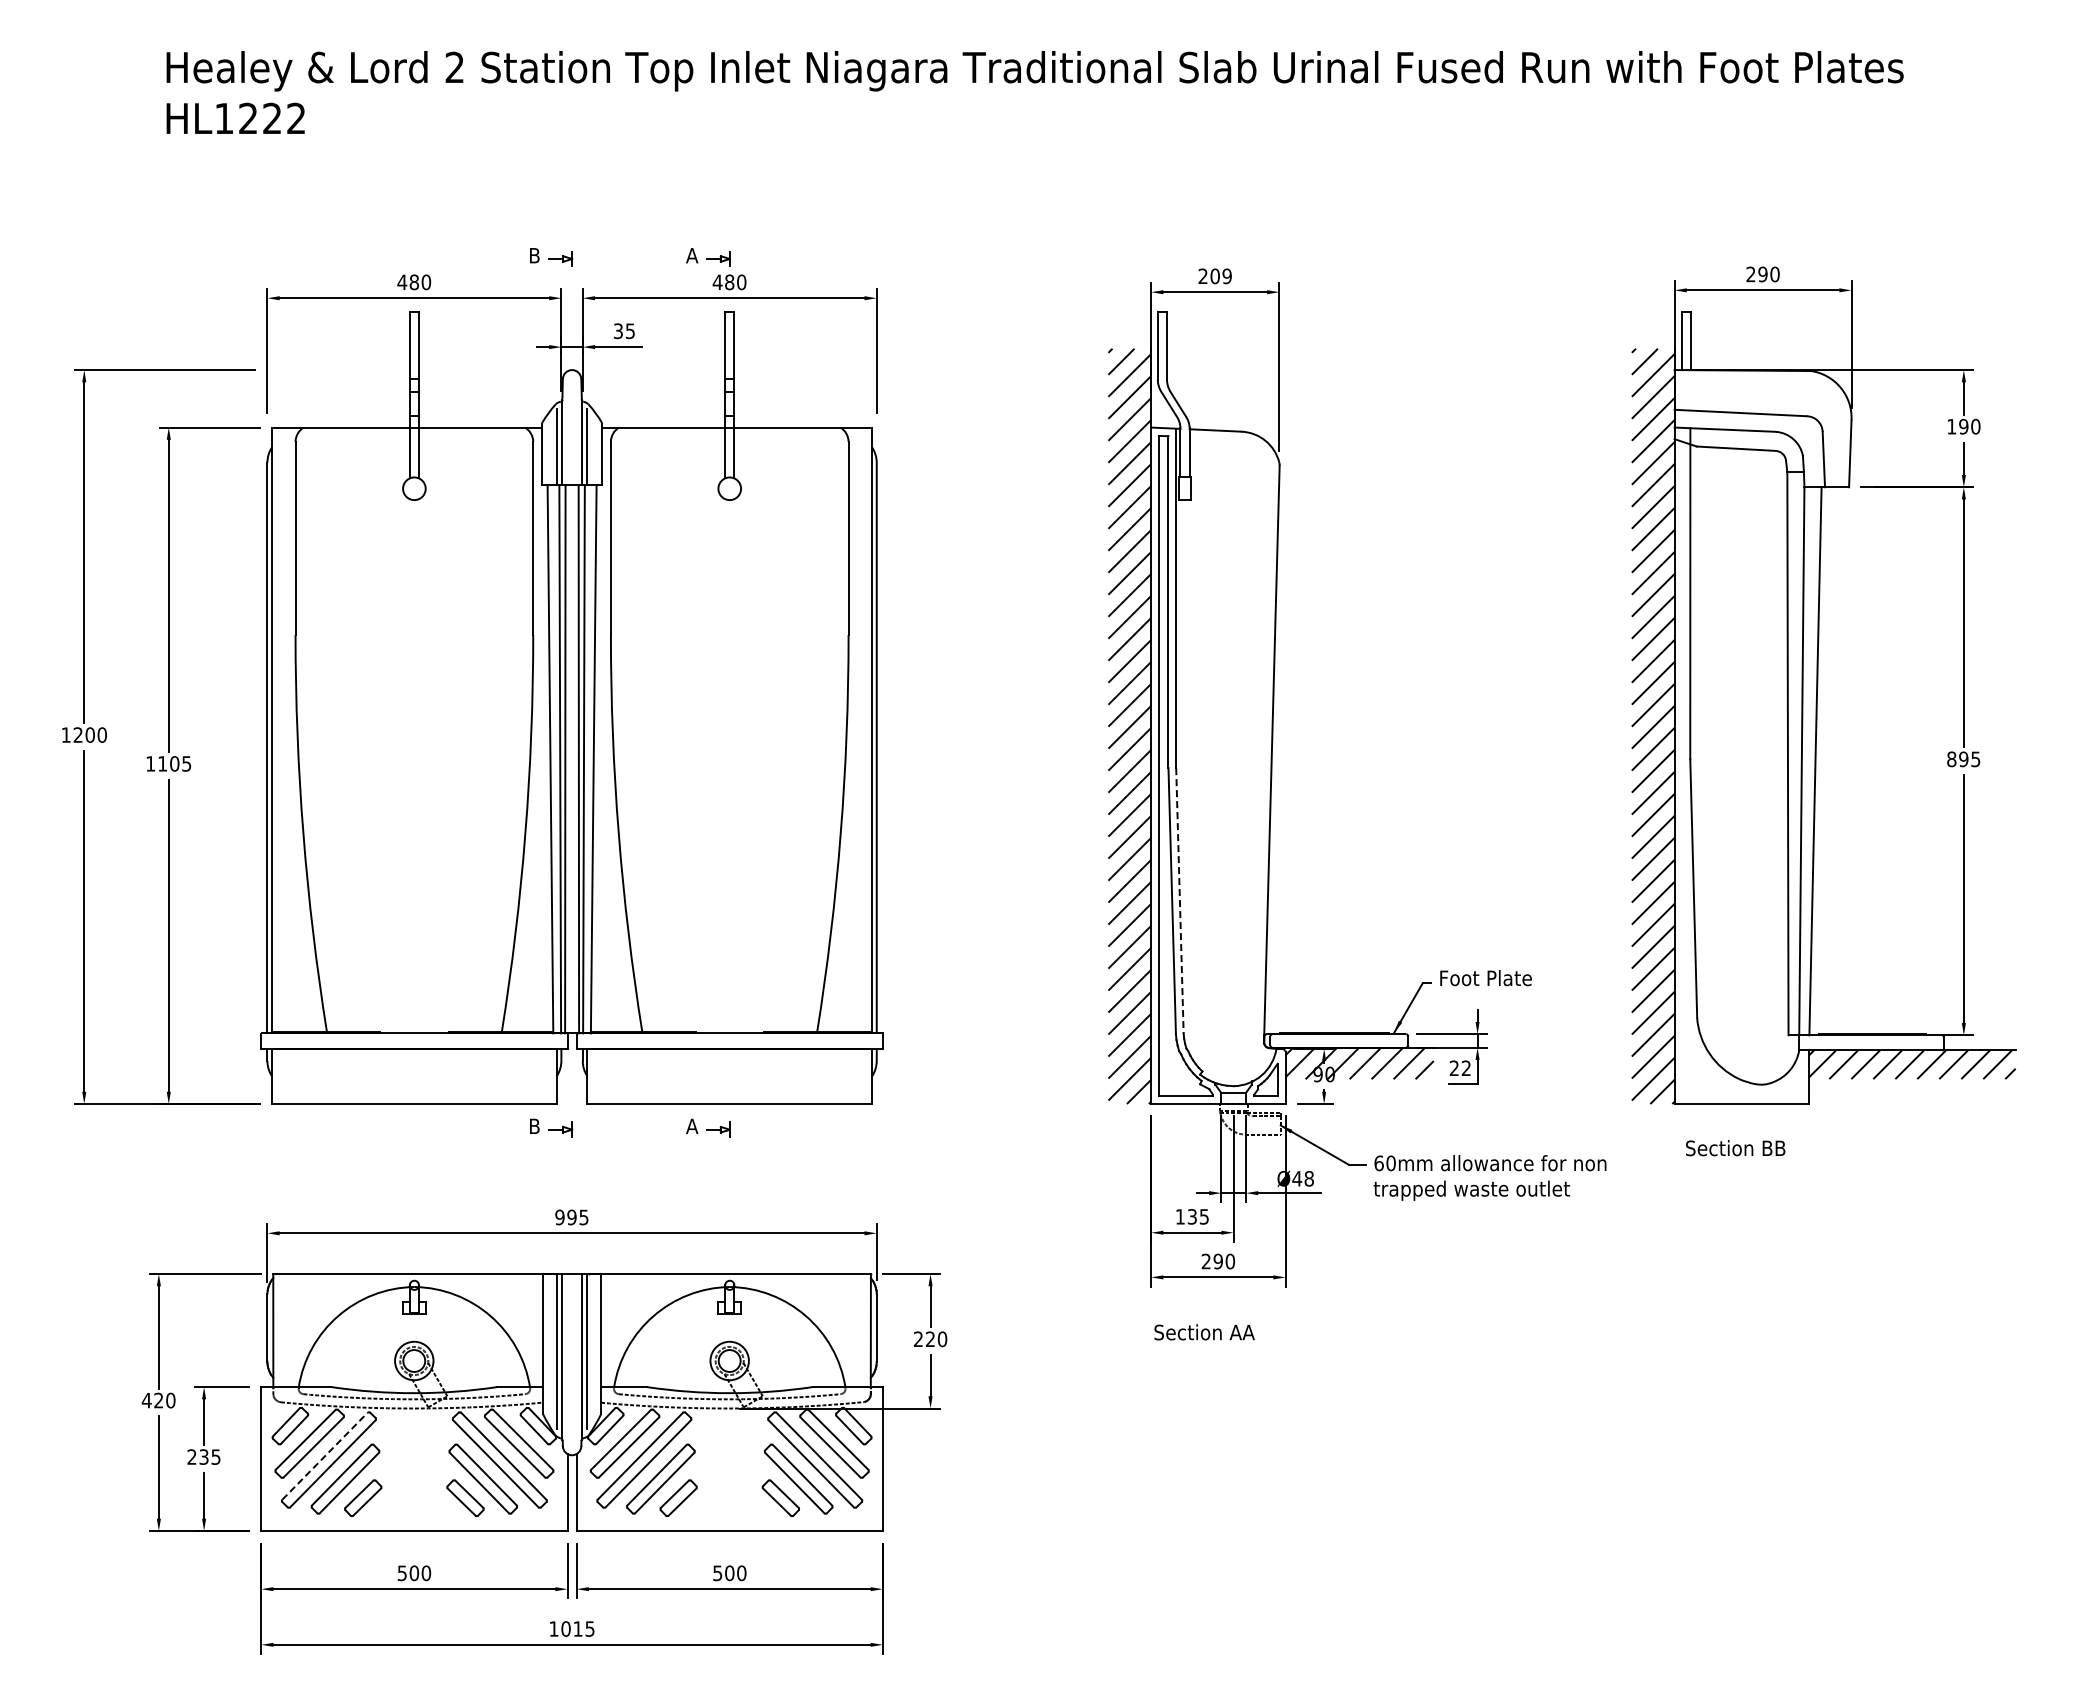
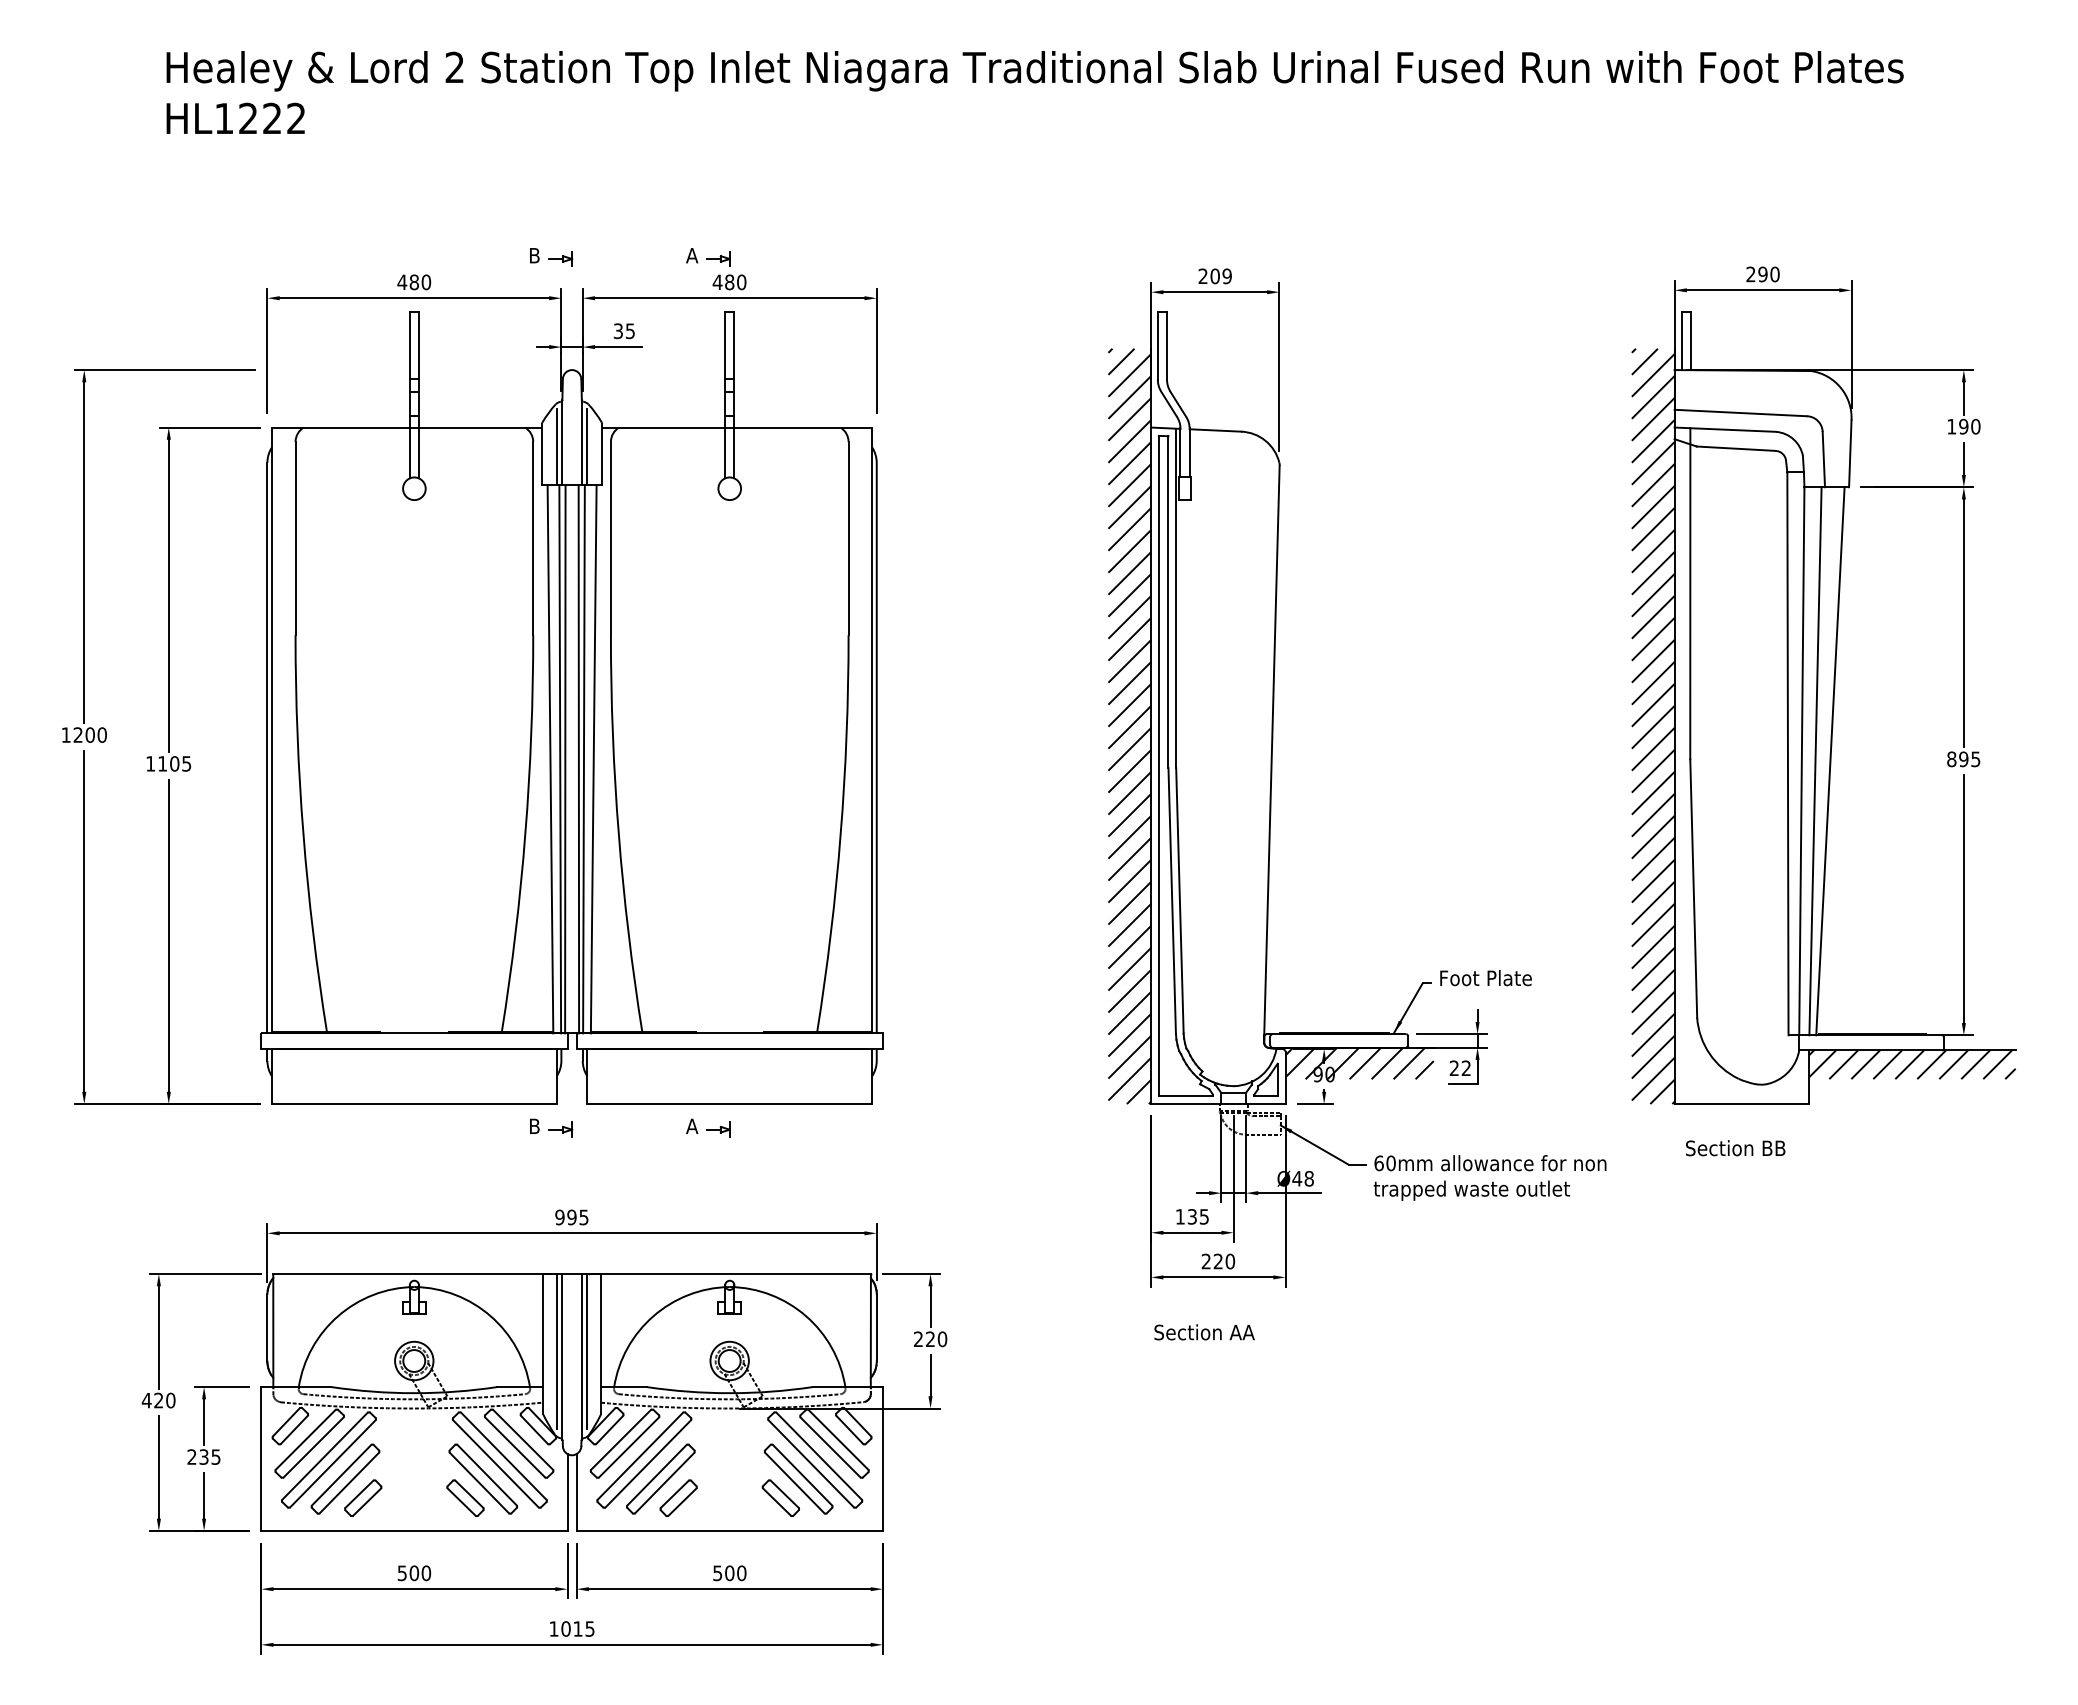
line at (1830, 761): none -> present
line at (1179, 900): dashed -> solid
text at (1217, 1261): 290 -> 220
line at (325, 1456): dashed -> solid
